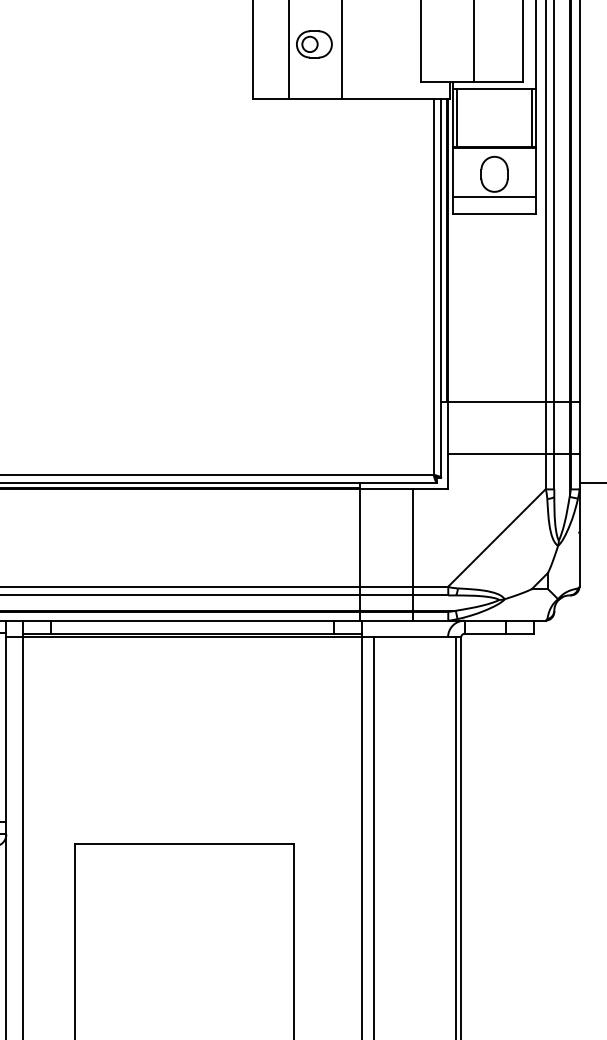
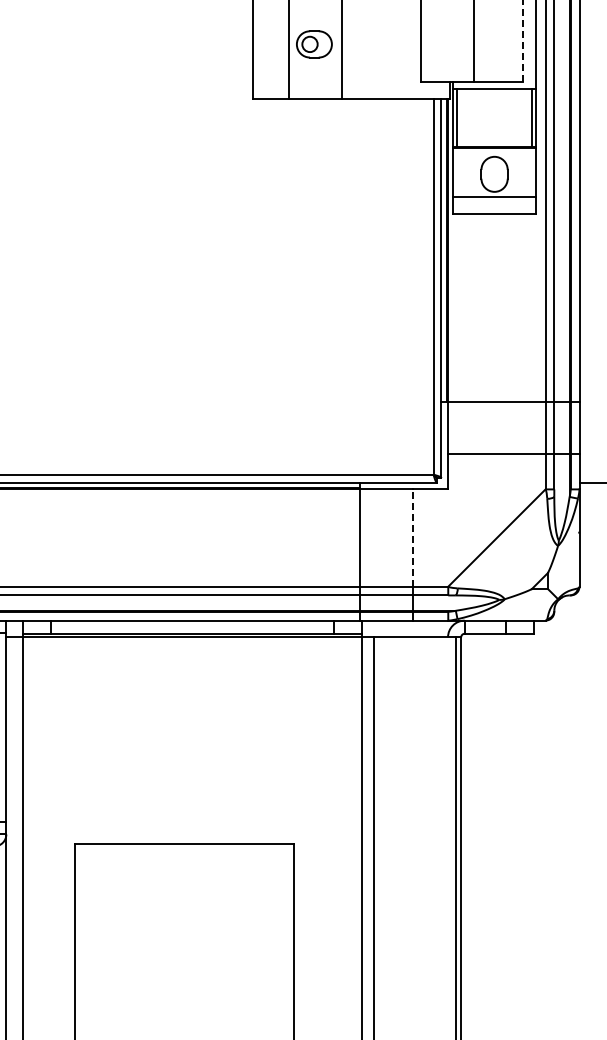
line at (523, 40): solid -> dashed
line at (412, 537): solid -> dashed
